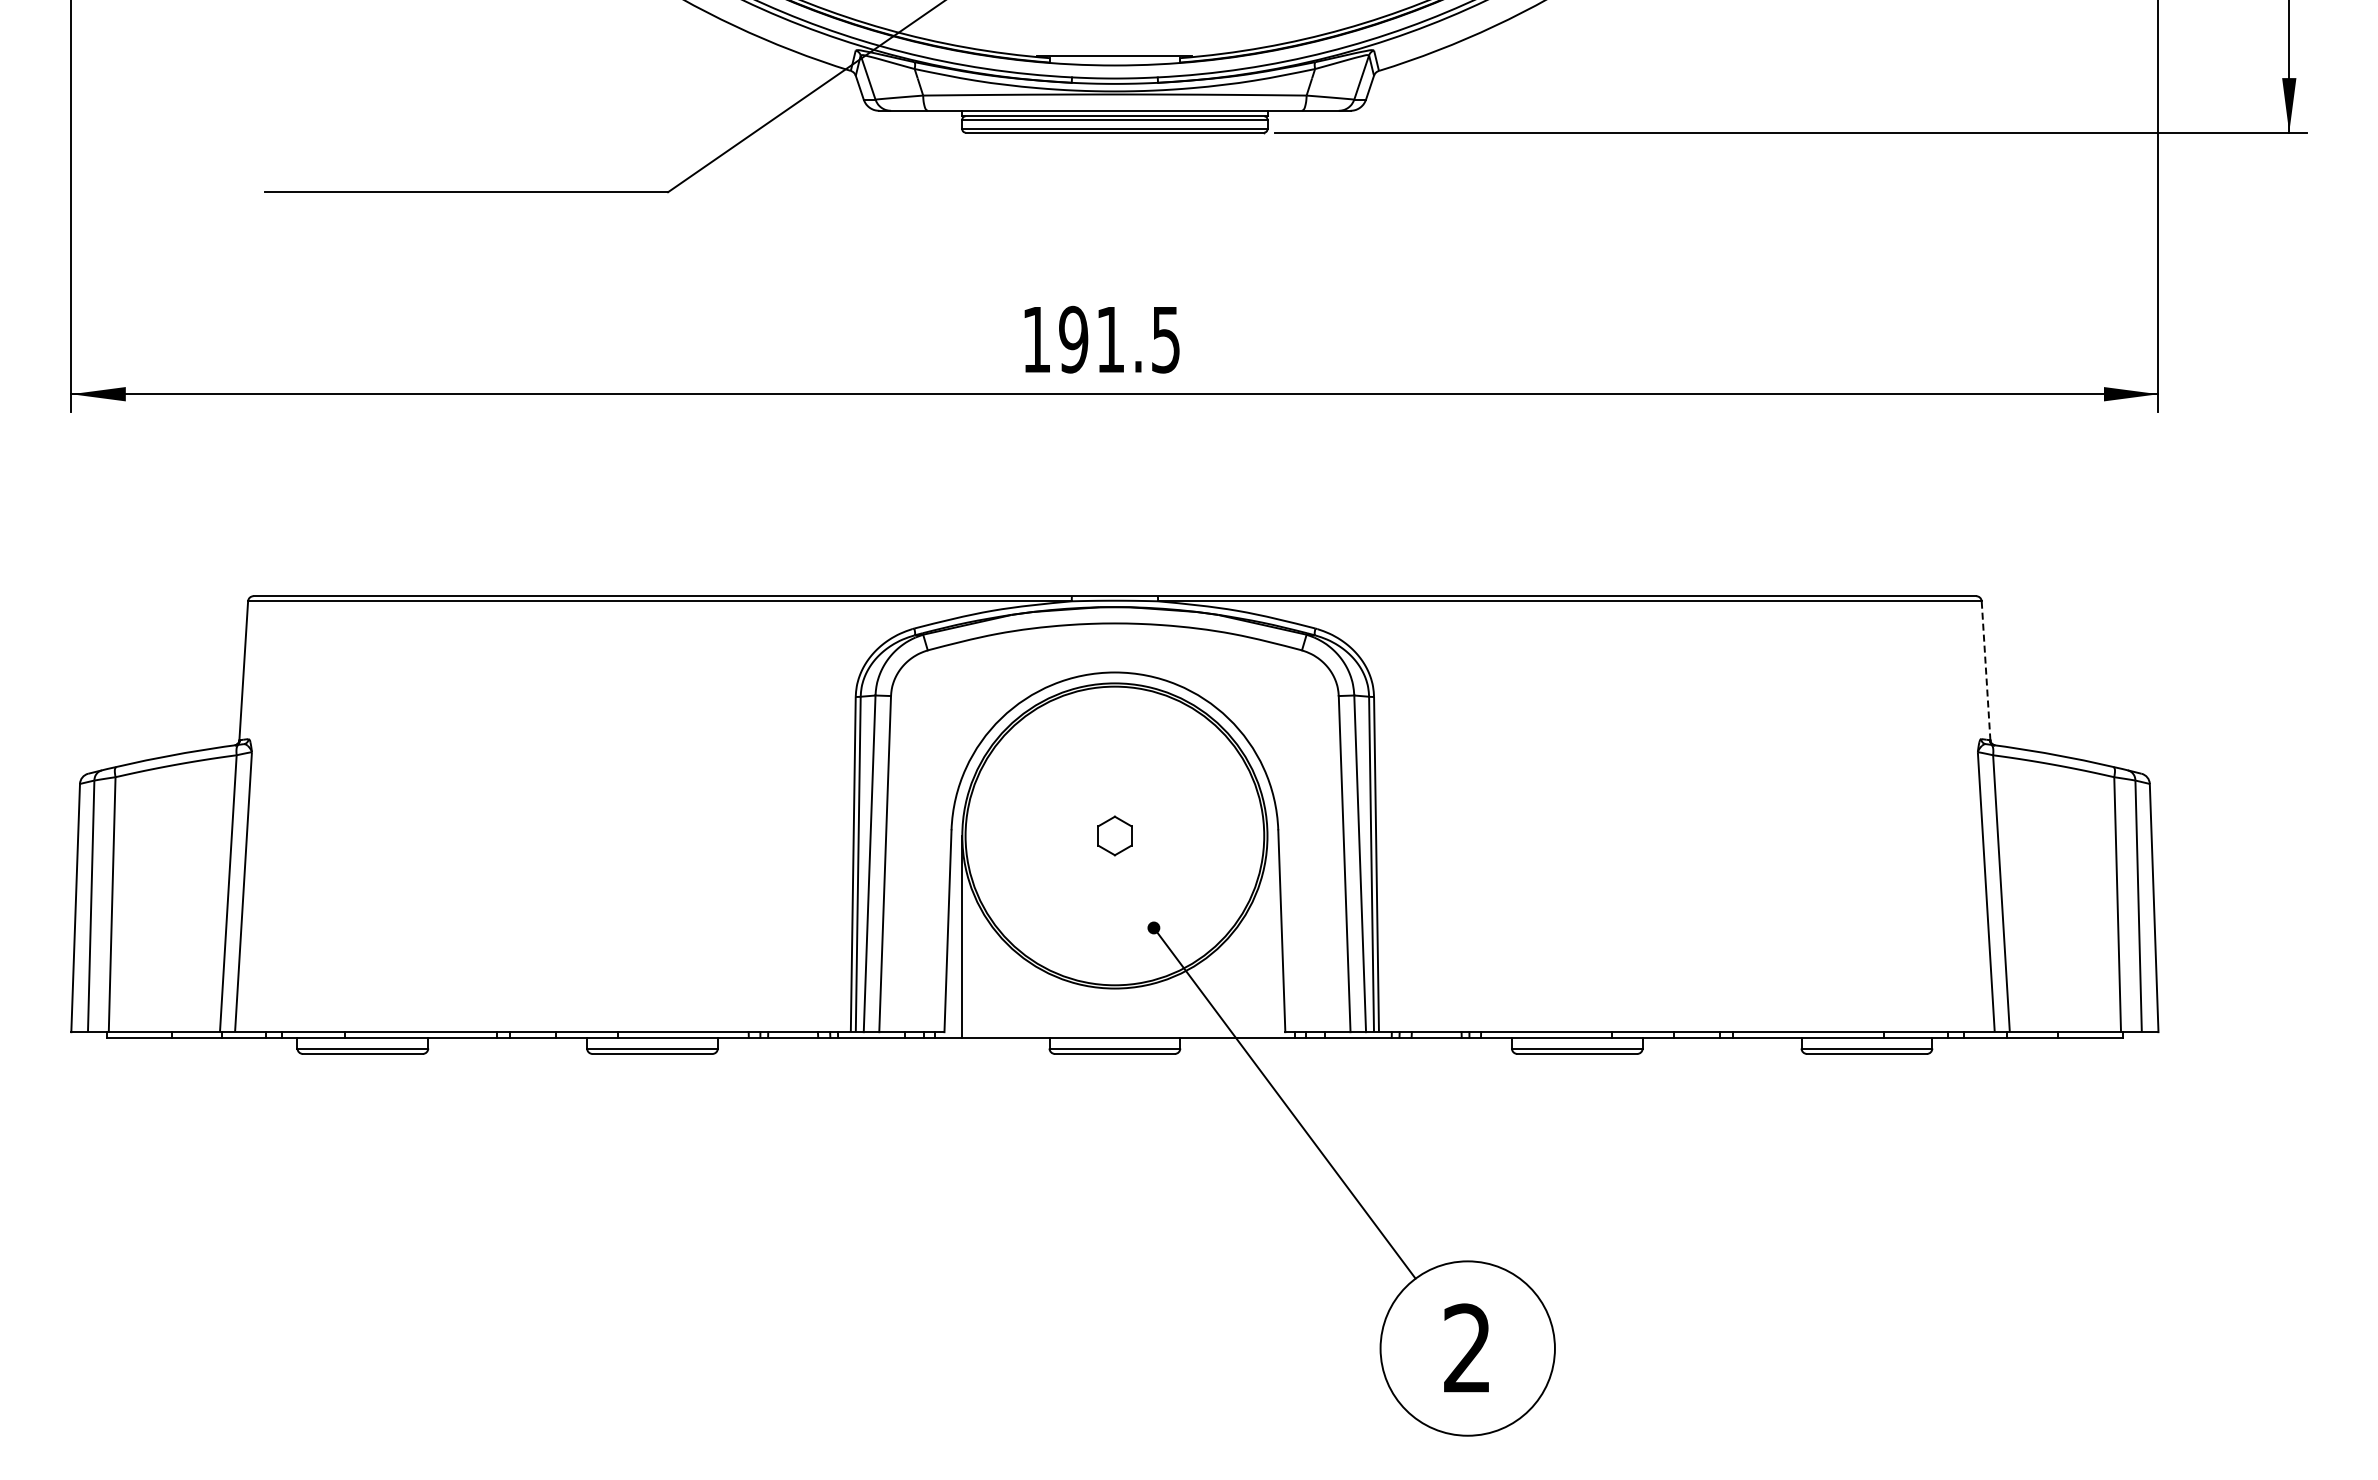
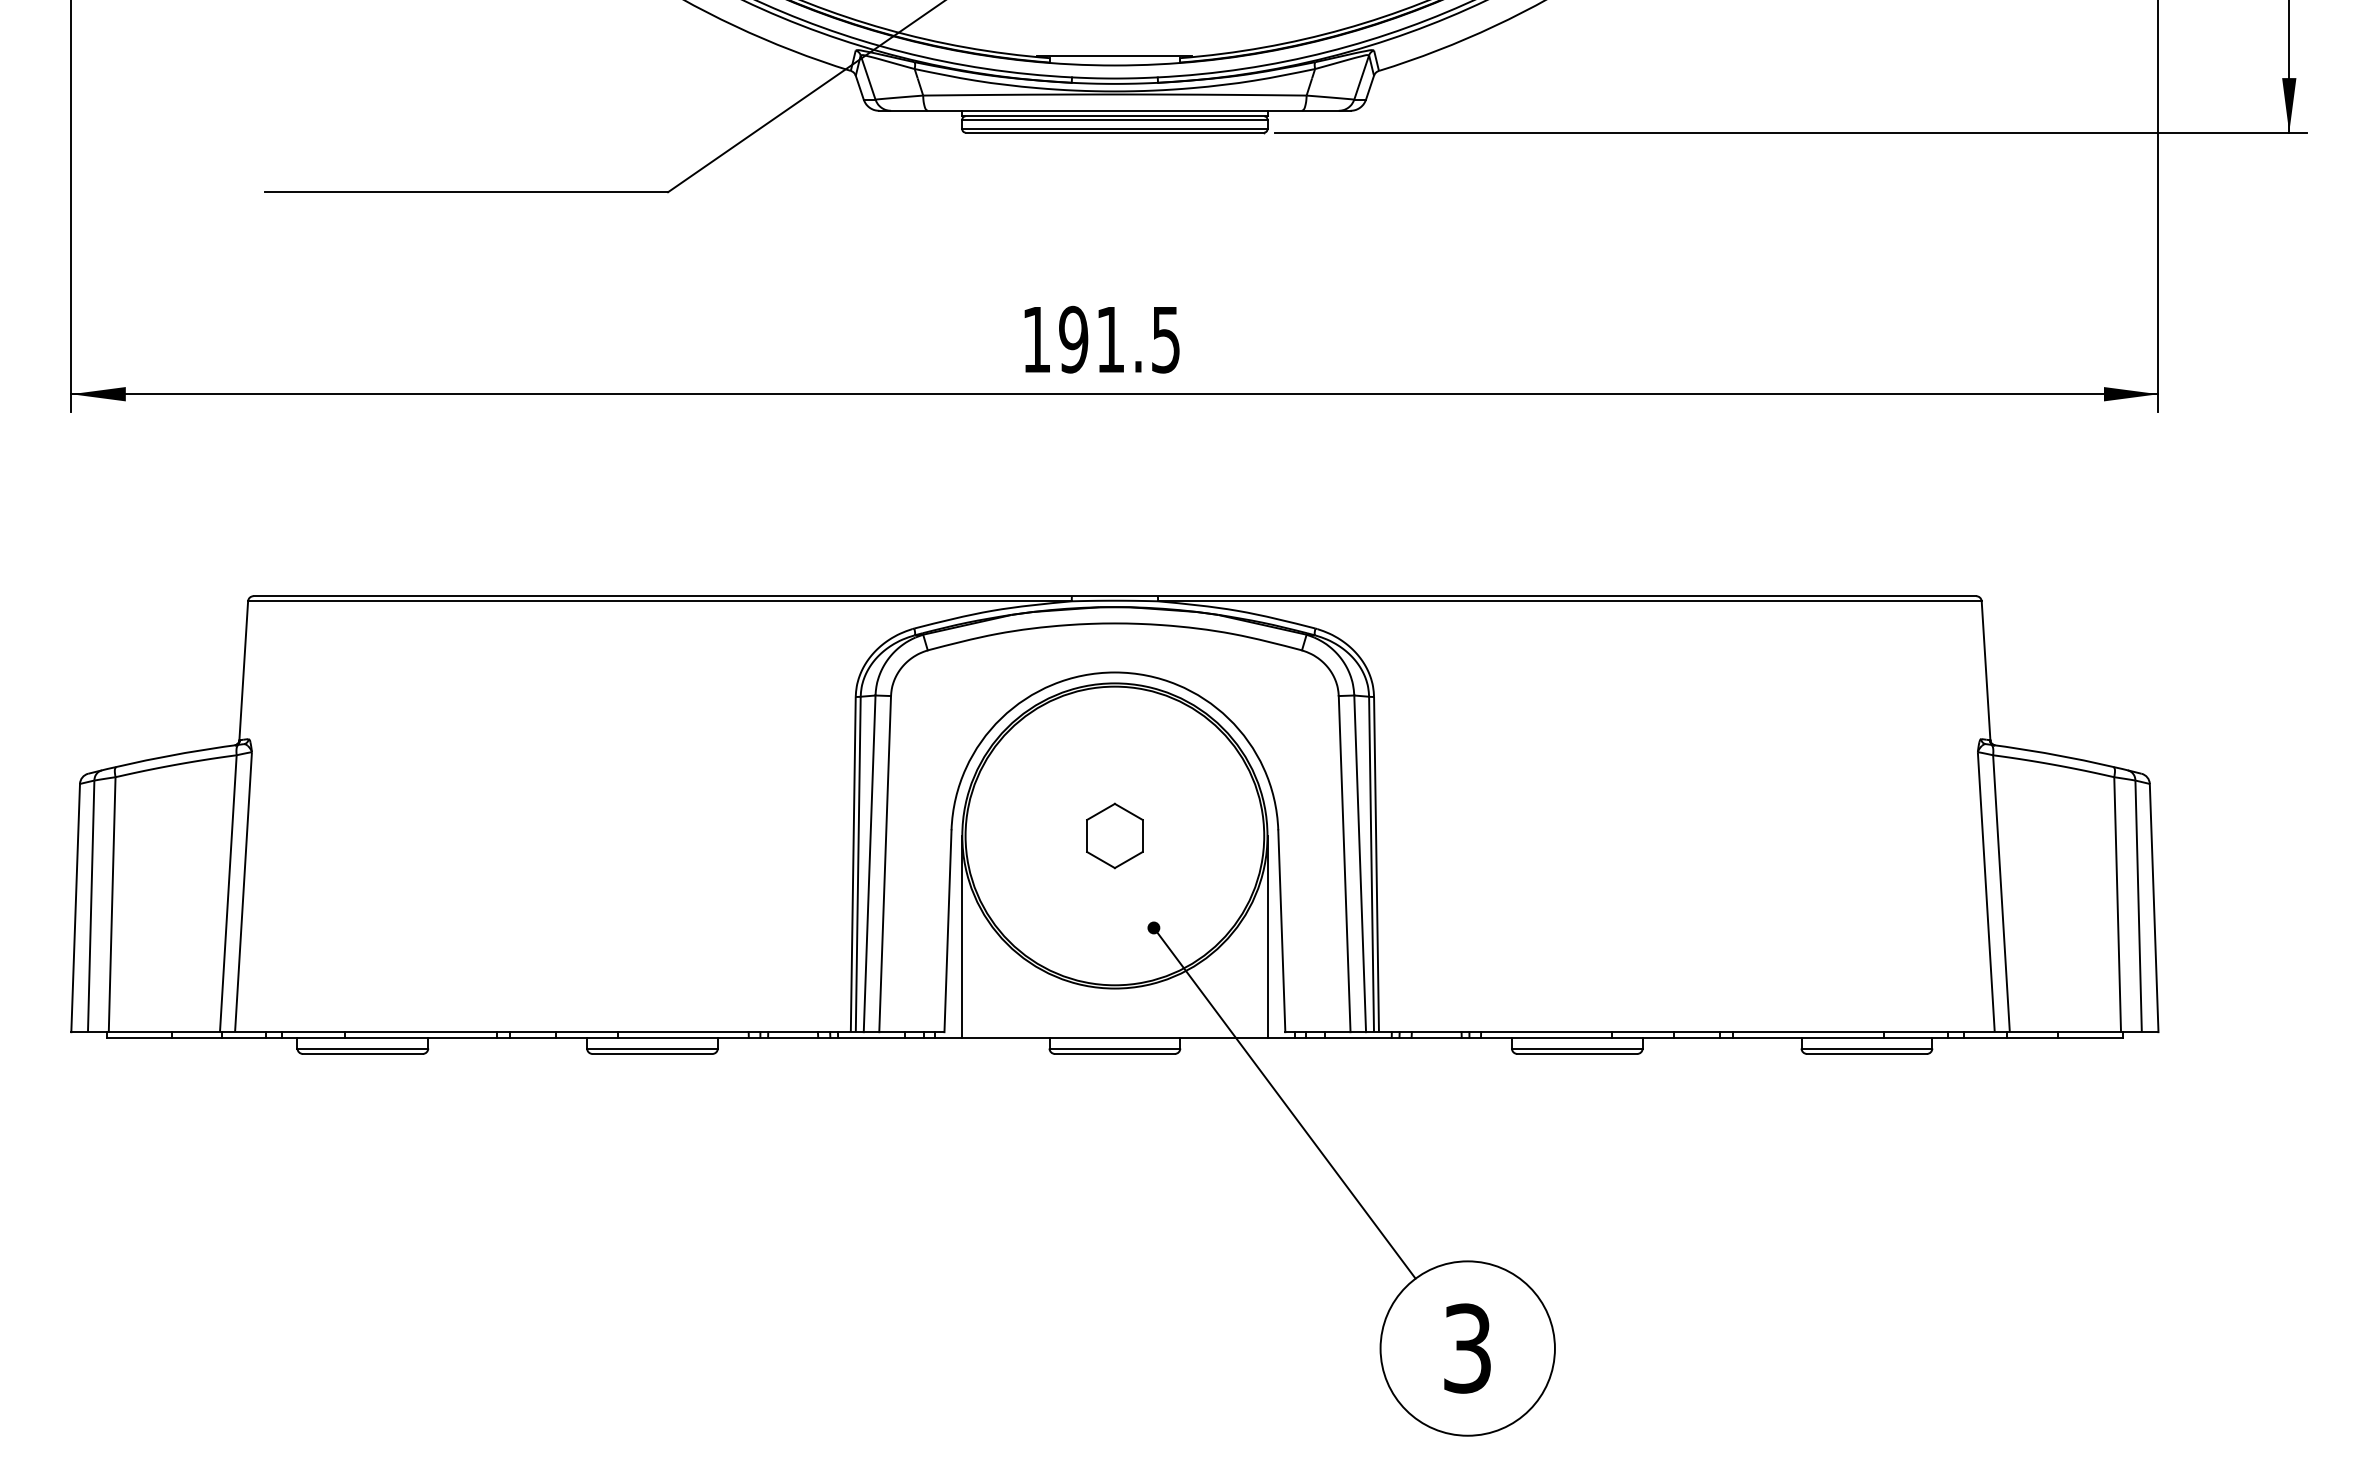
line at (1986, 670): dashed -> solid
part at (1114, 835) size: 36x42 px -> 58x68 px
line at (1267, 936): none -> present
text at (1467, 1348): 2 -> 3
